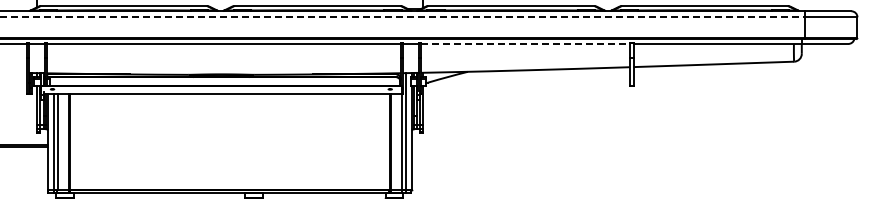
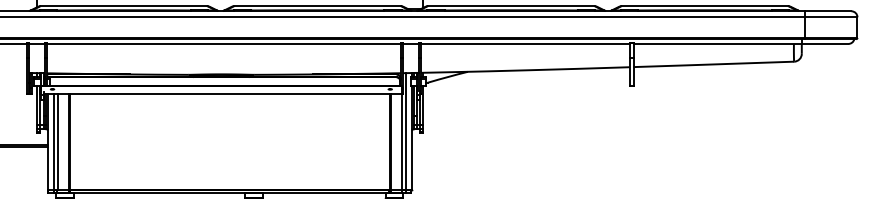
line at (402, 17): dashed -> solid
line at (526, 43): dashed -> solid
